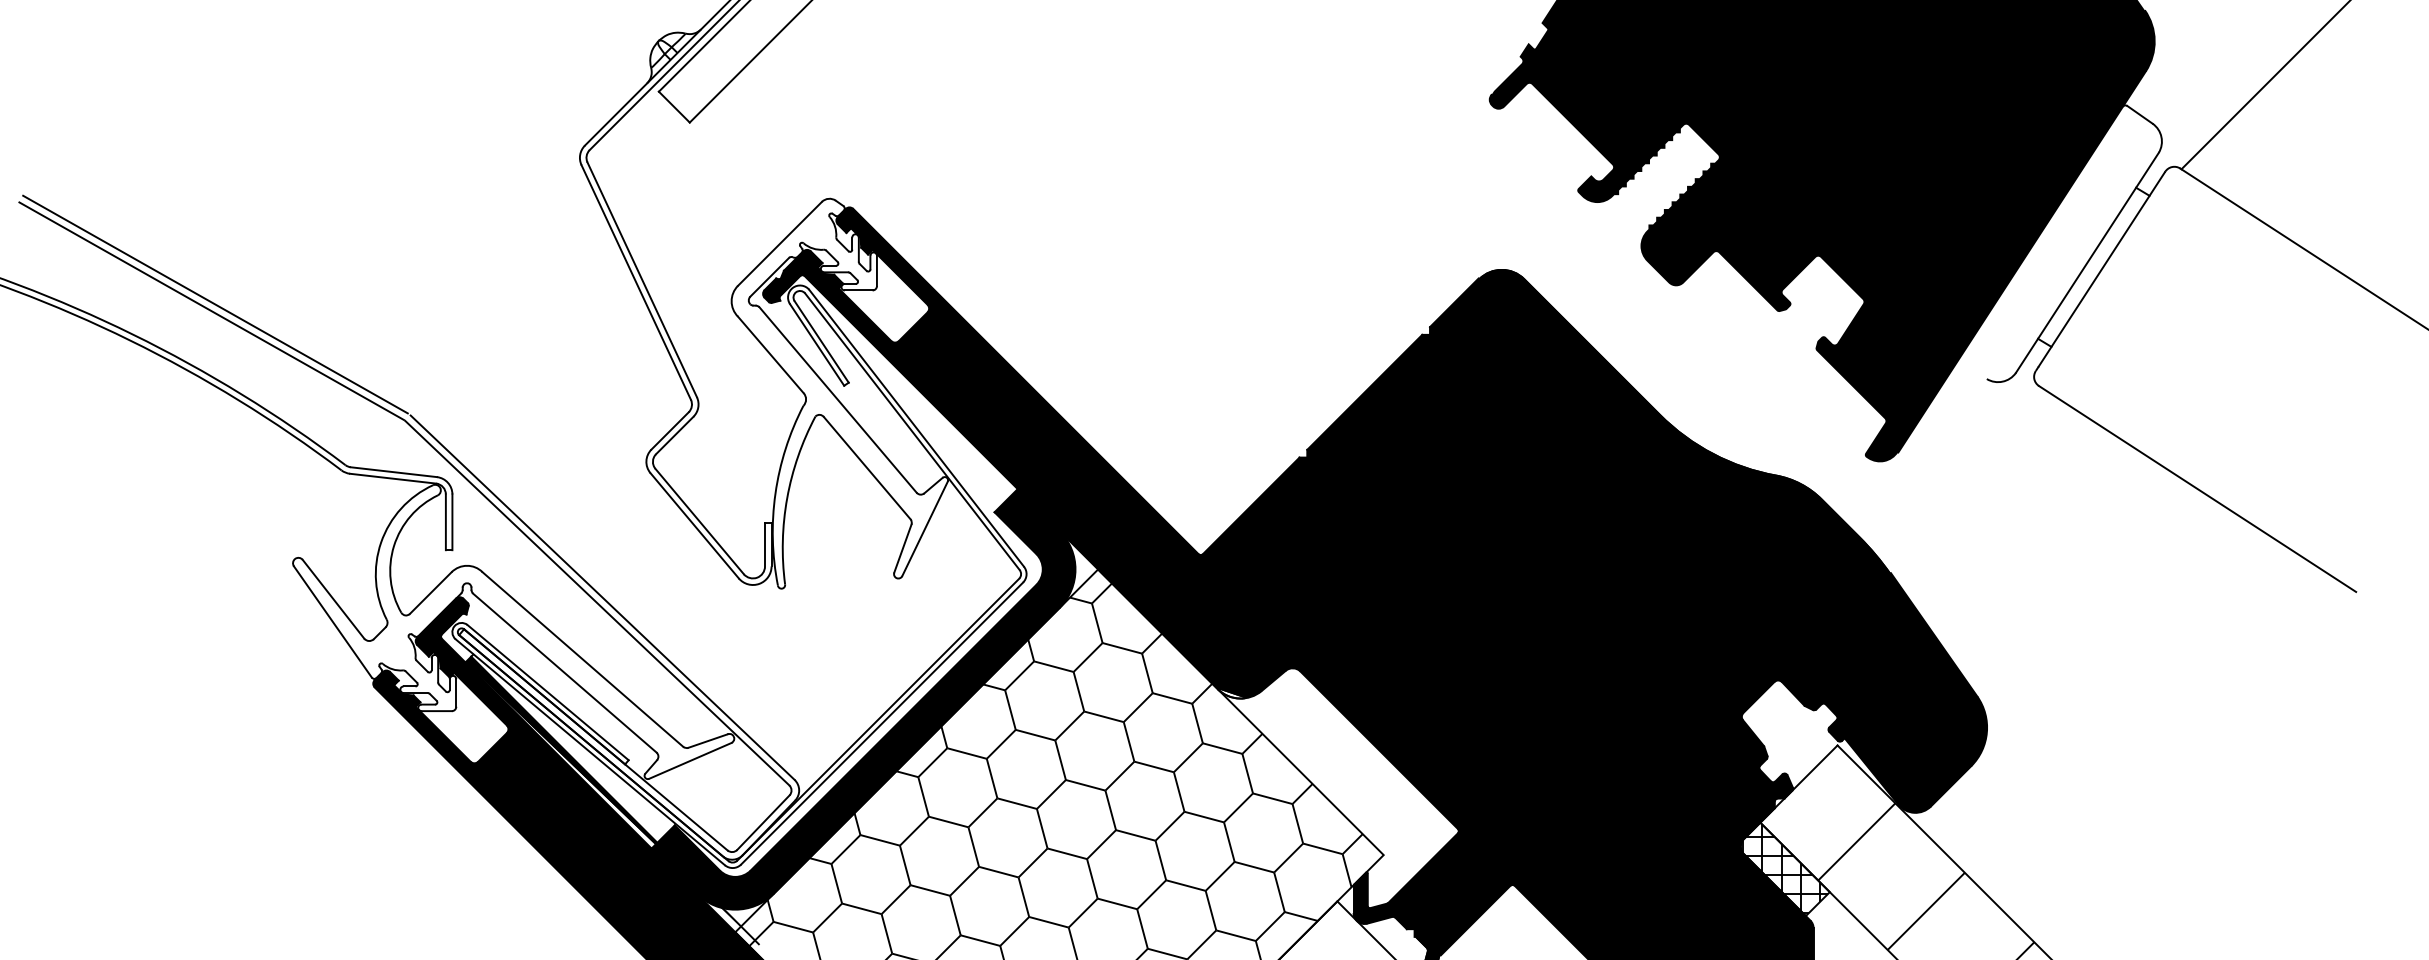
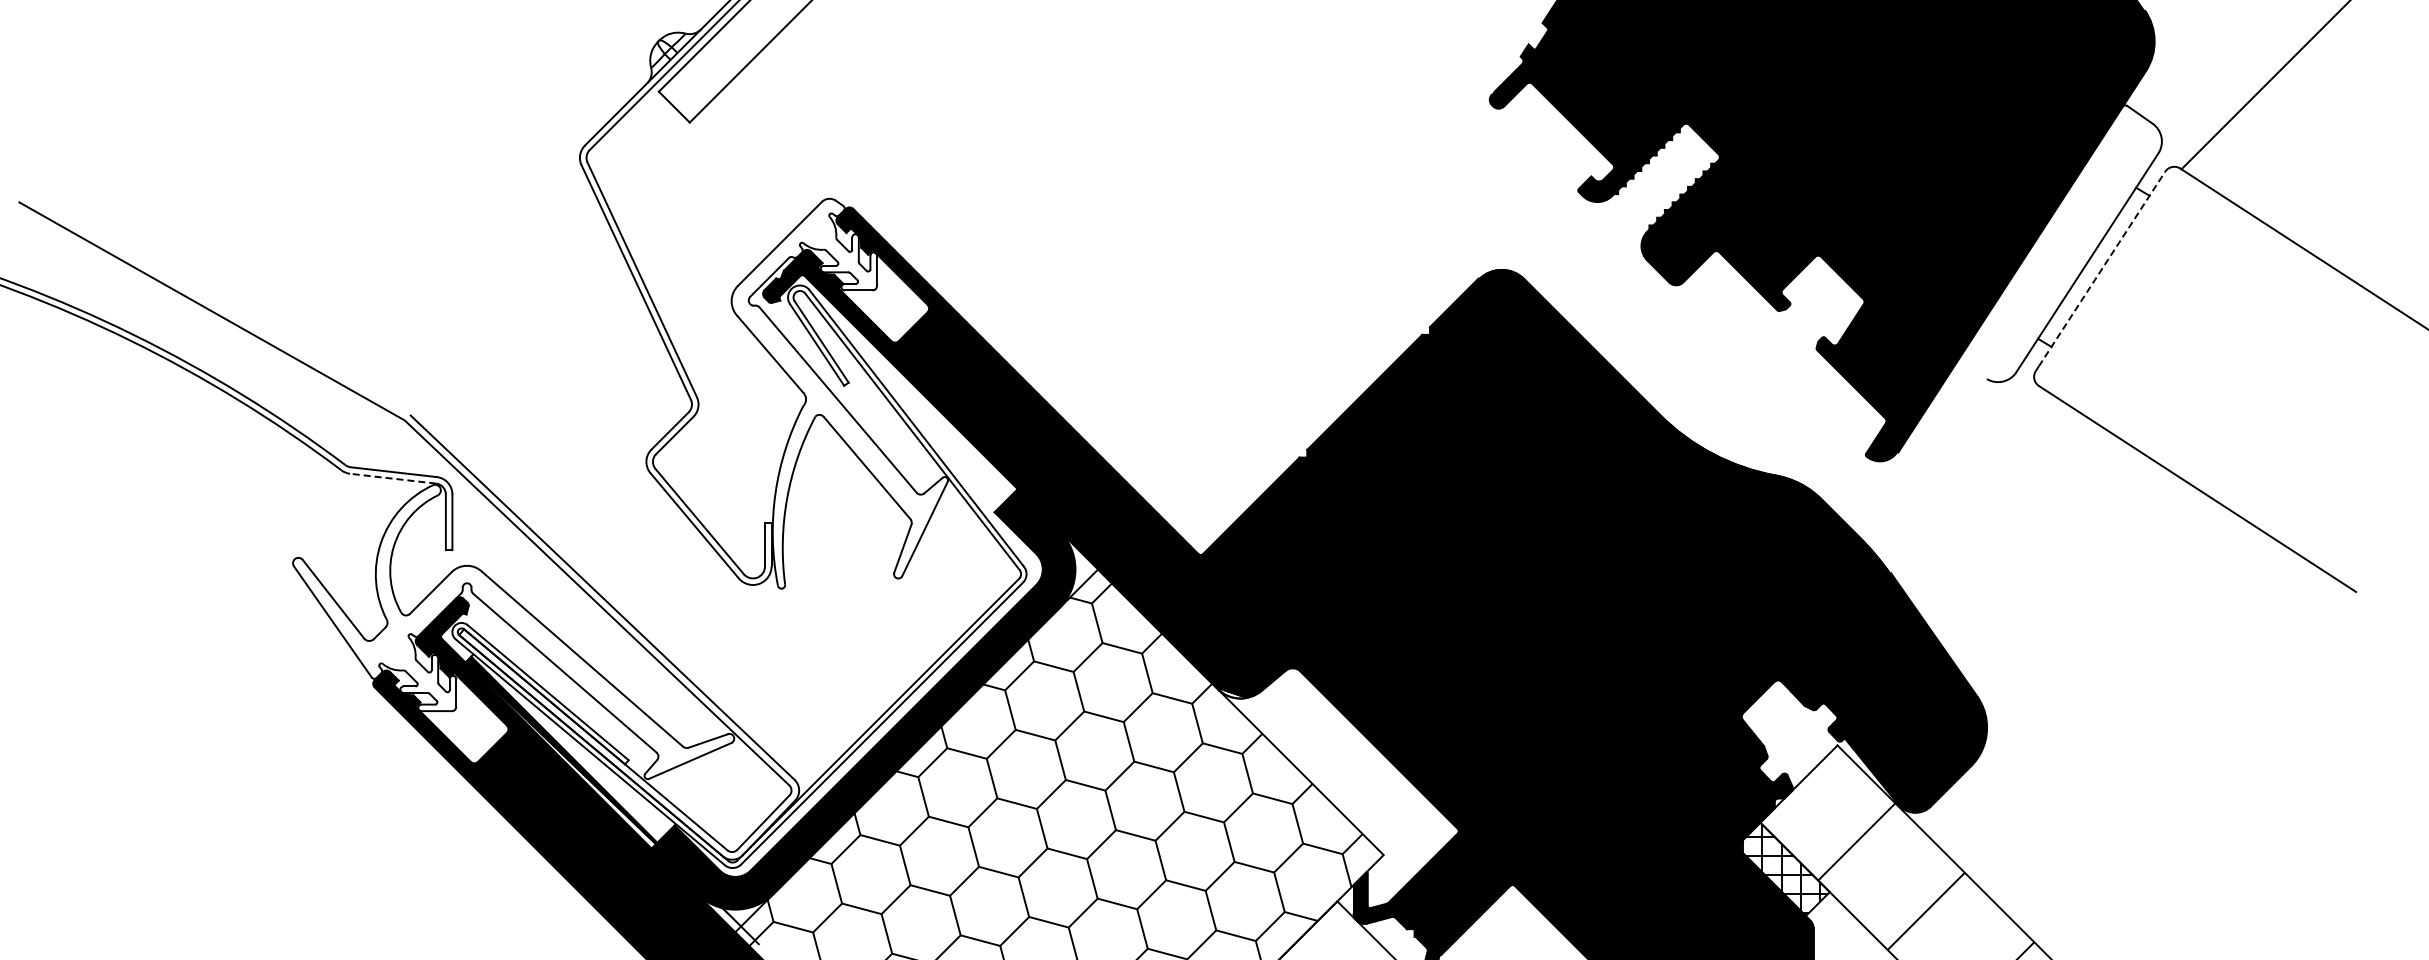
line at (2101, 269): solid -> dashed
line at (215, 304): present -> none
line at (392, 478): solid -> dashed
